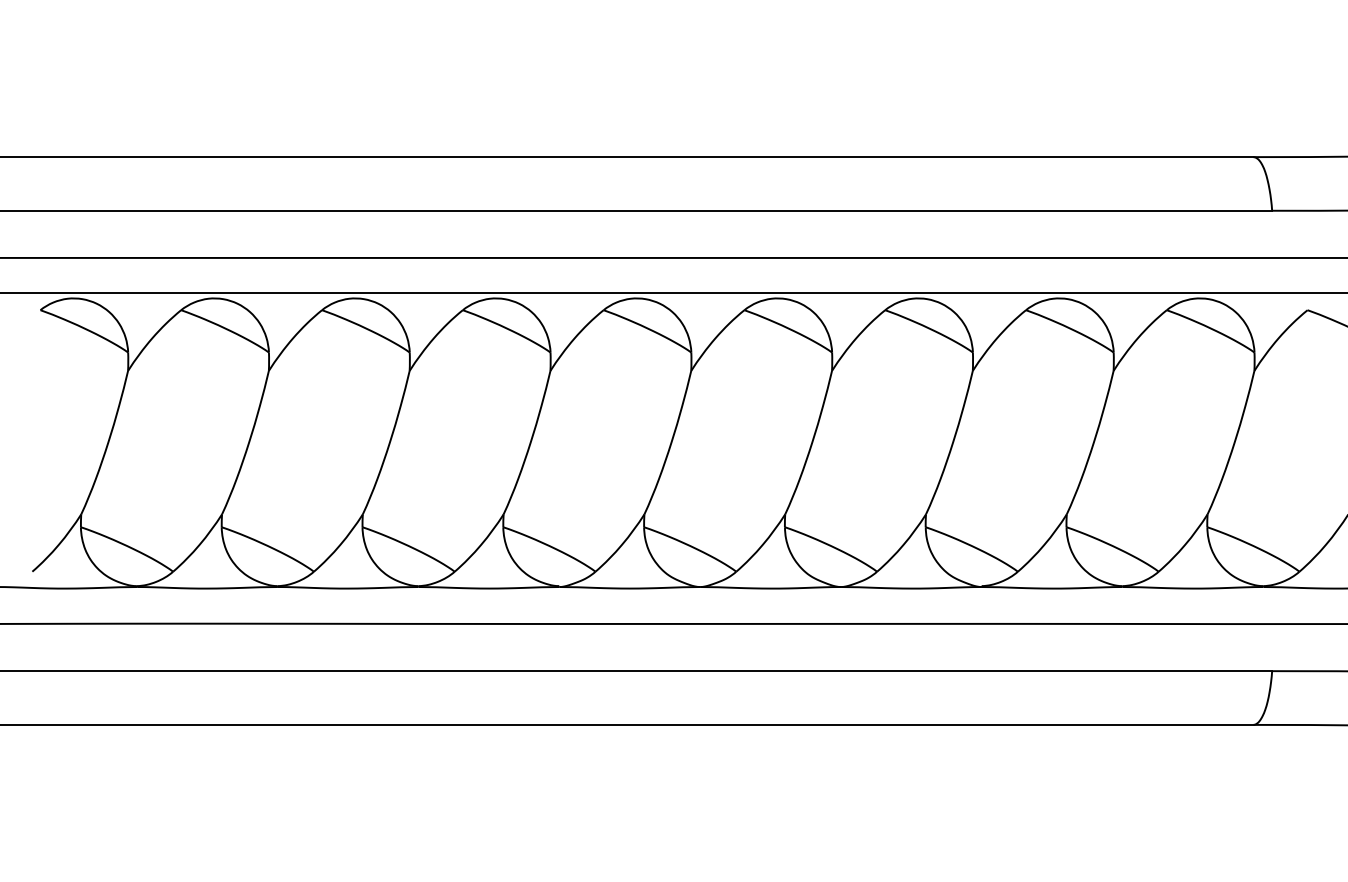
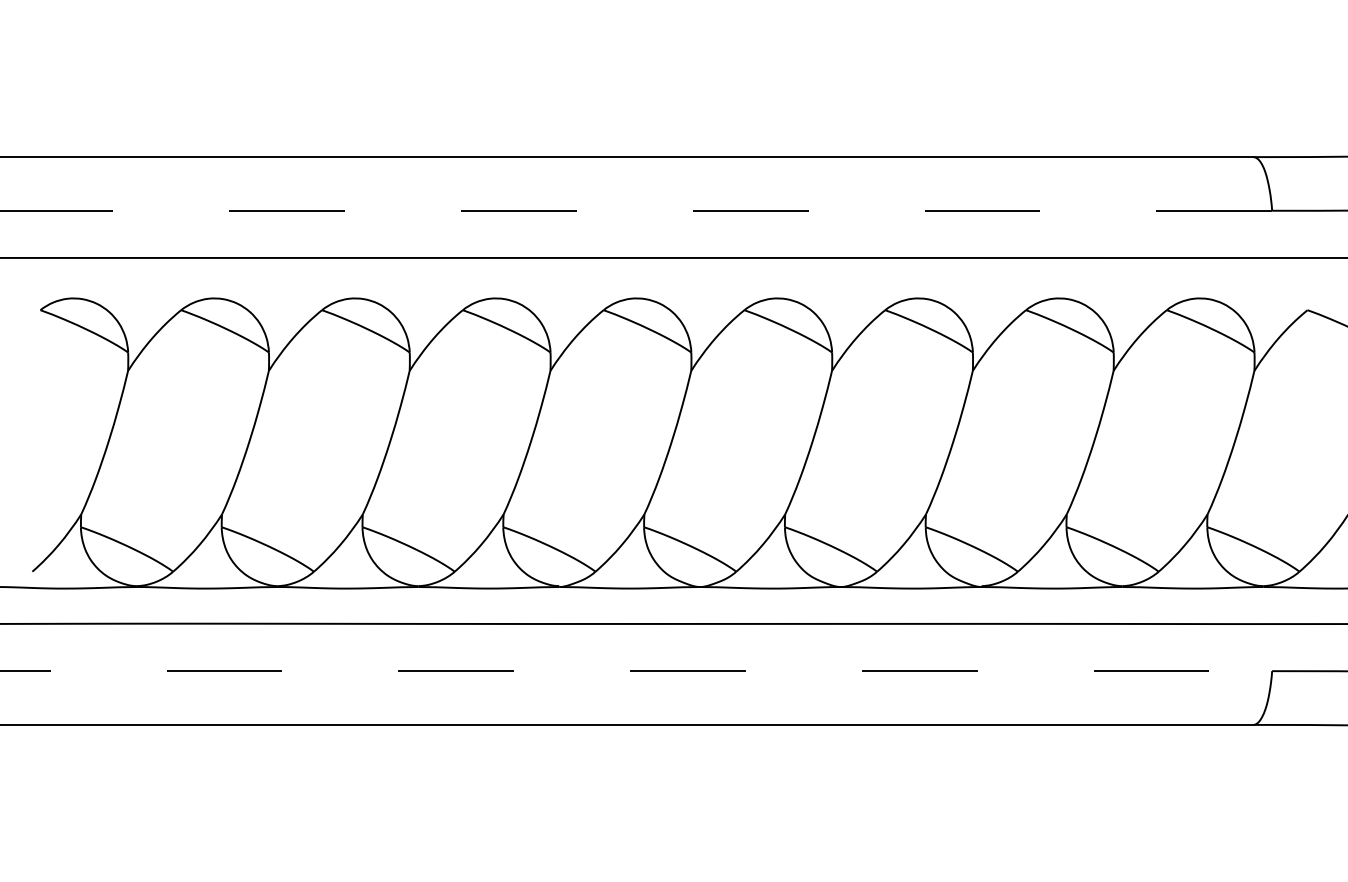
line at (636, 210): solid -> dashed
line at (673, 293): present -> none
line at (636, 671): solid -> dashed
